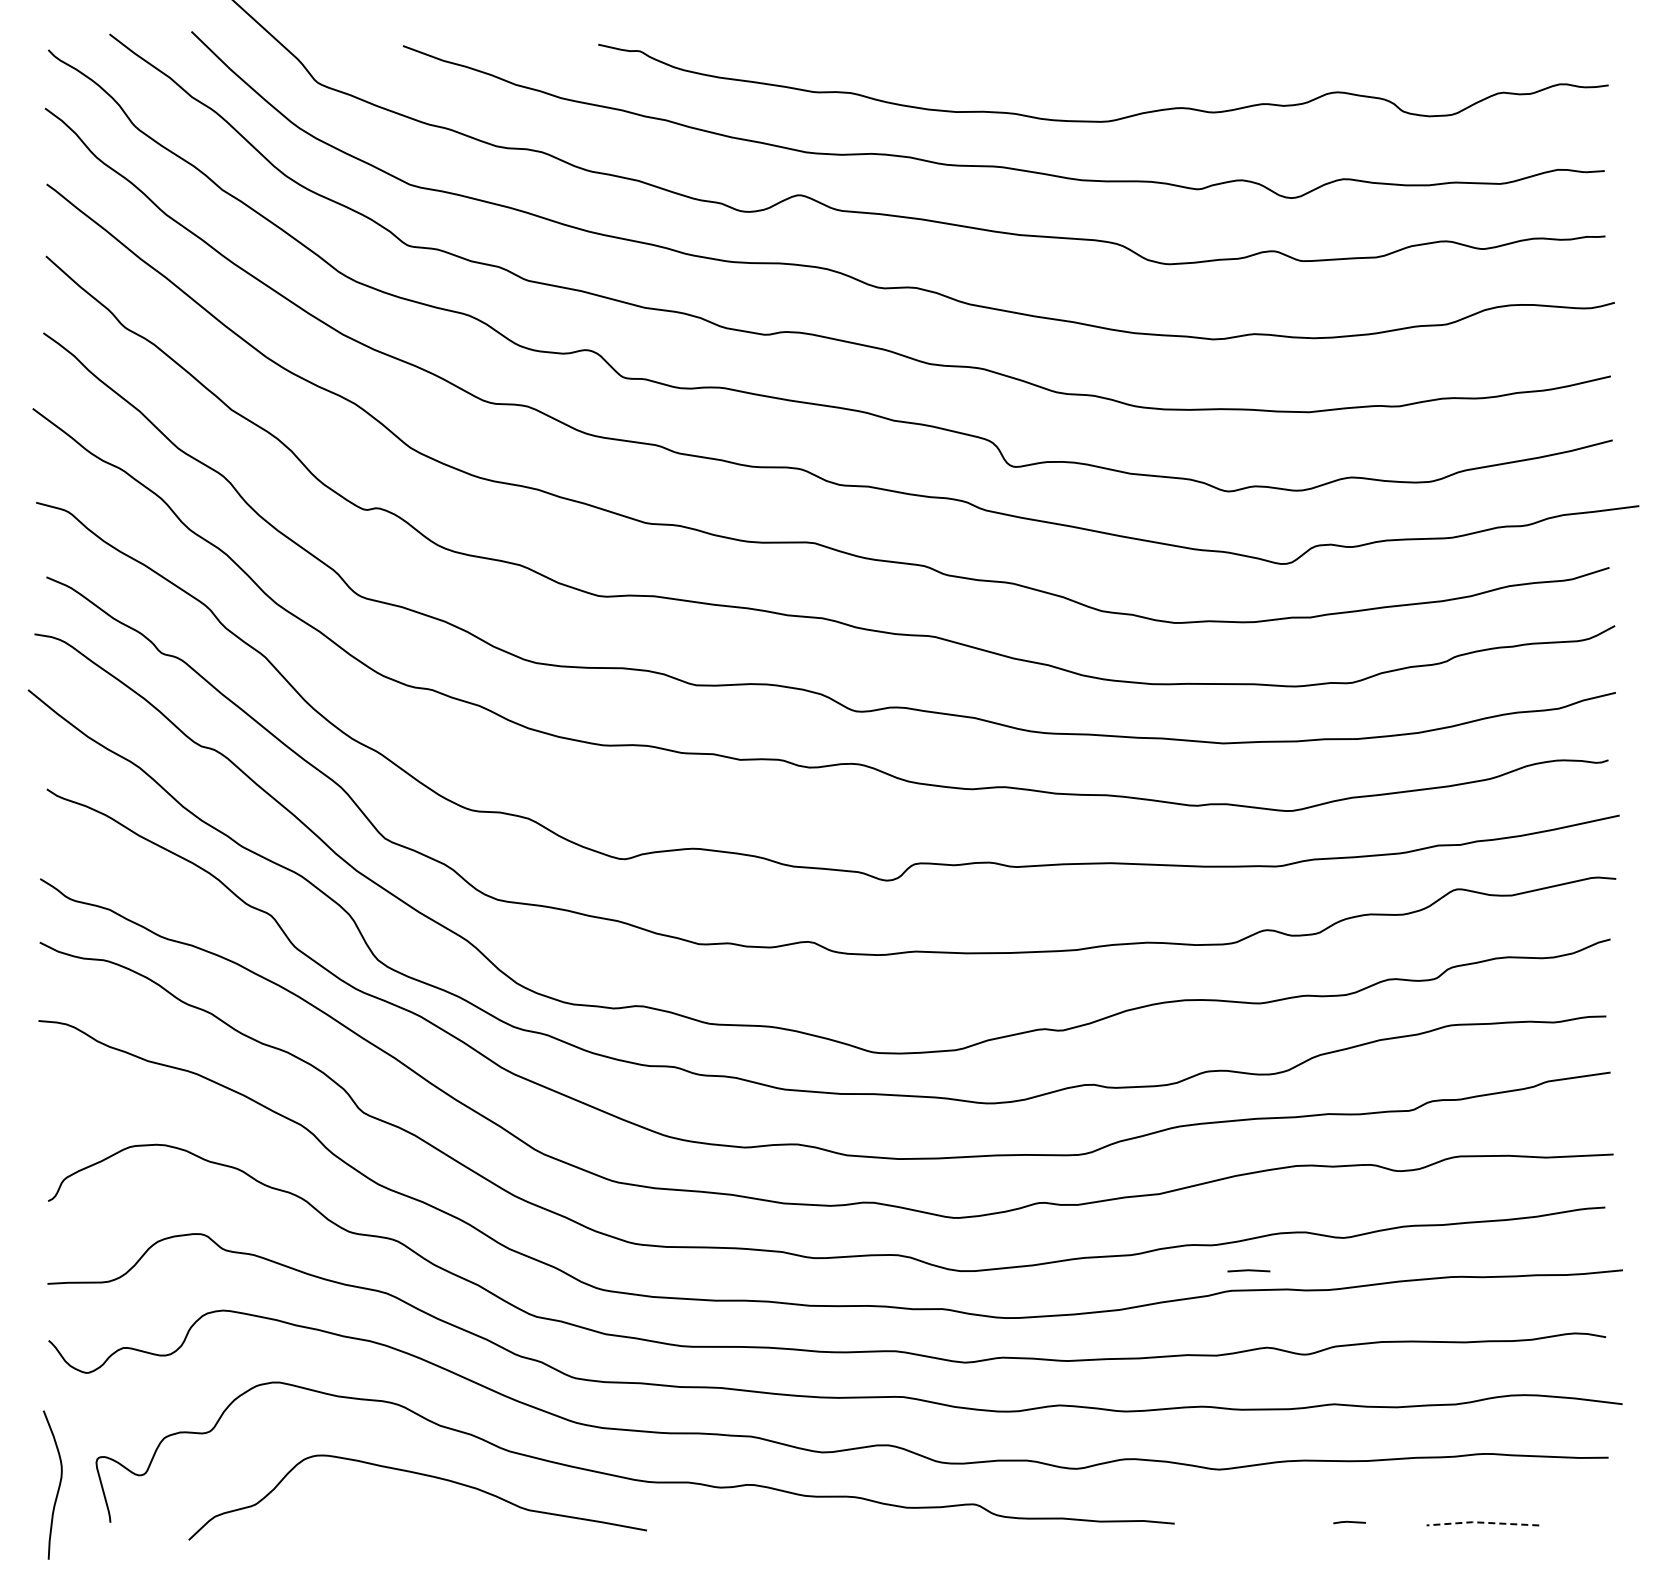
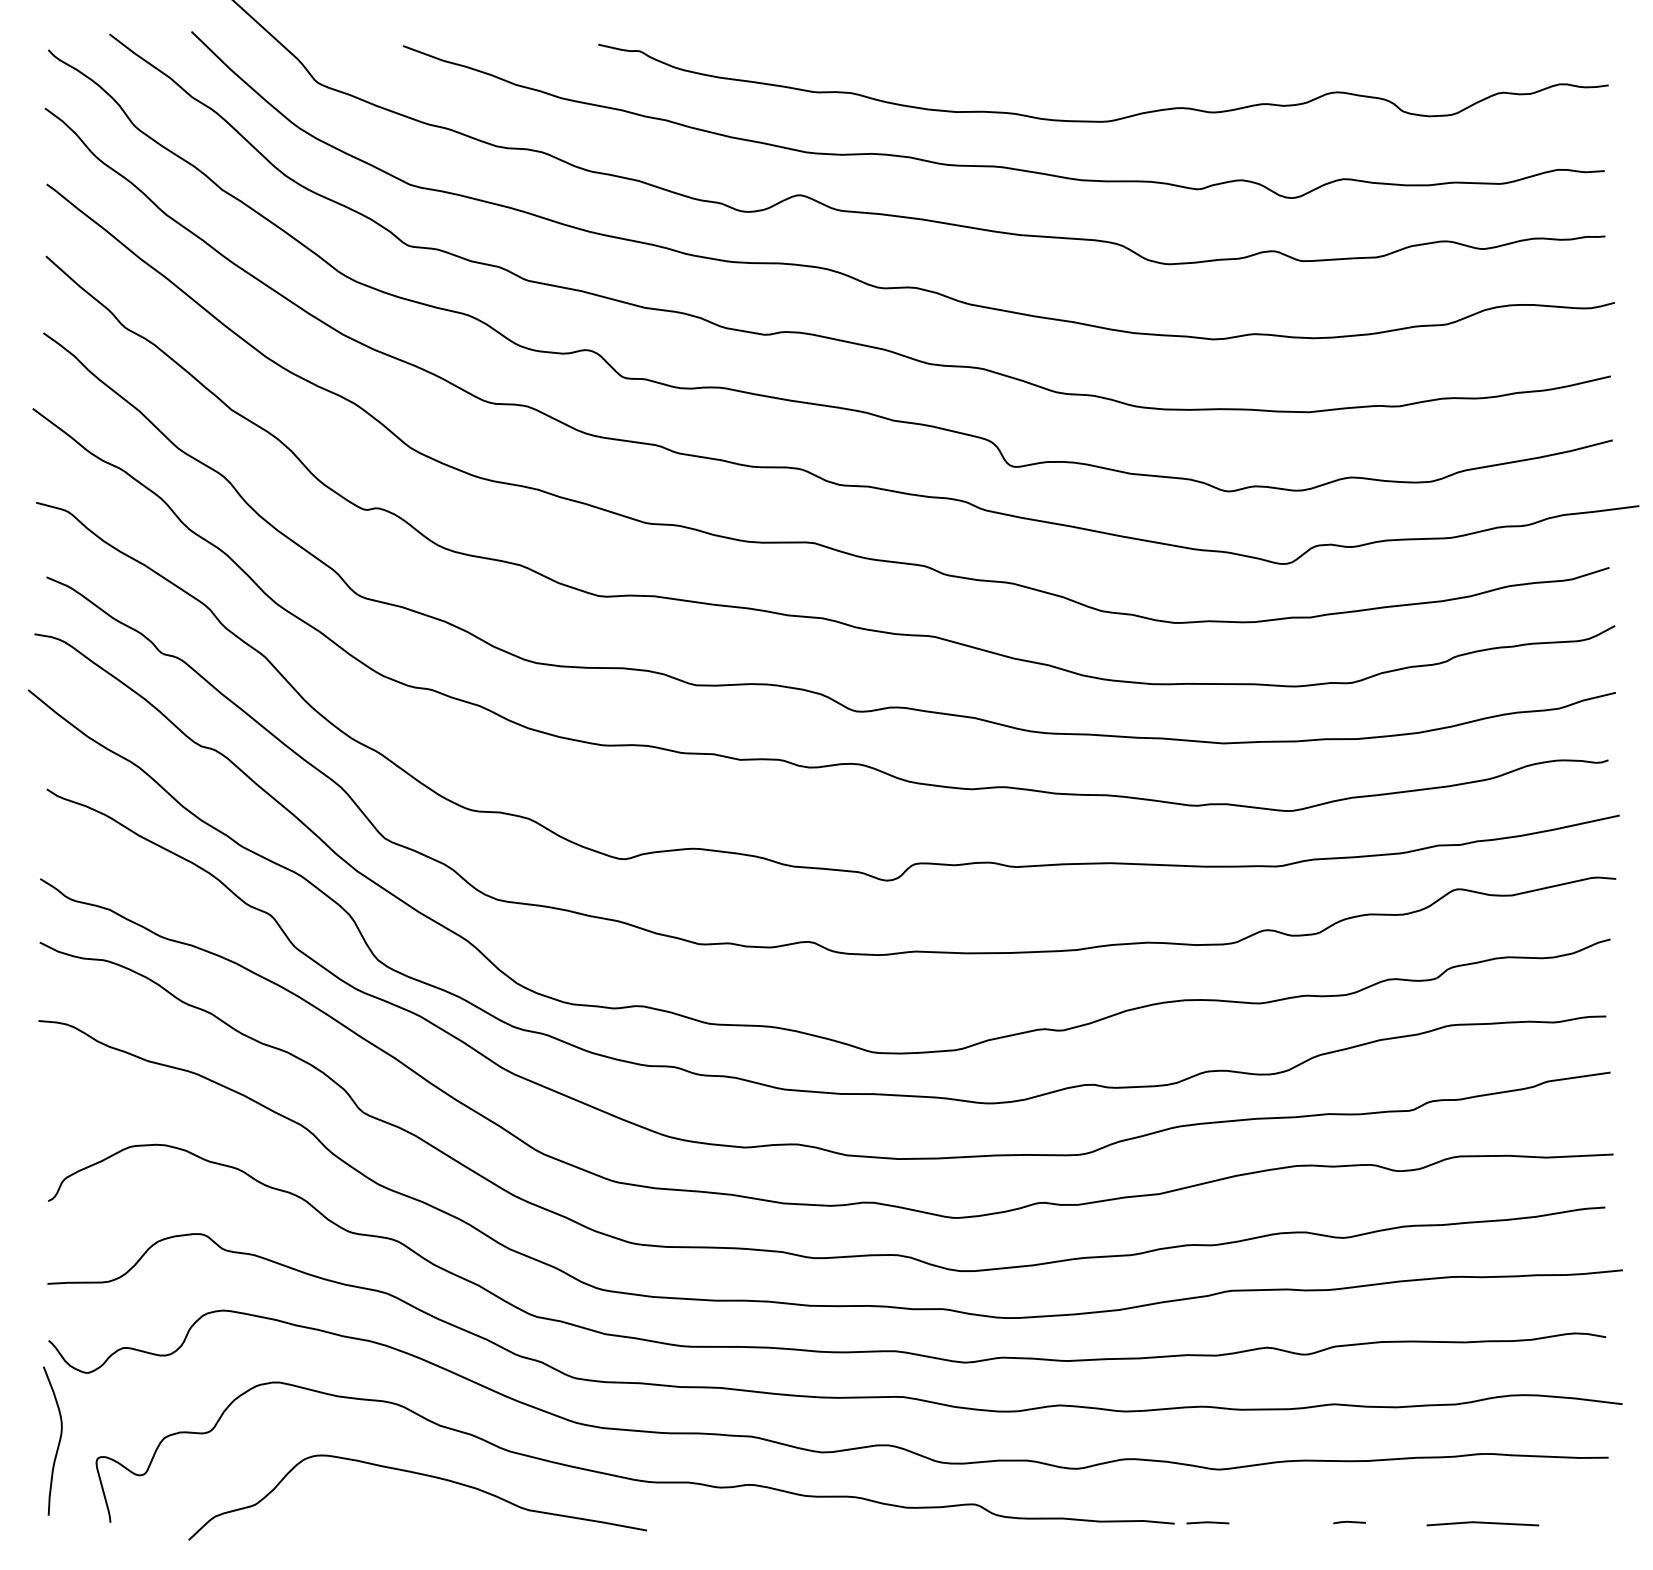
line at (1248, 1270) position: (1248, 1270) -> (1207, 1522)
curve at (58, 1485) position: (58, 1485) -> (58, 1441)
line at (1482, 1522): dashed -> solid
